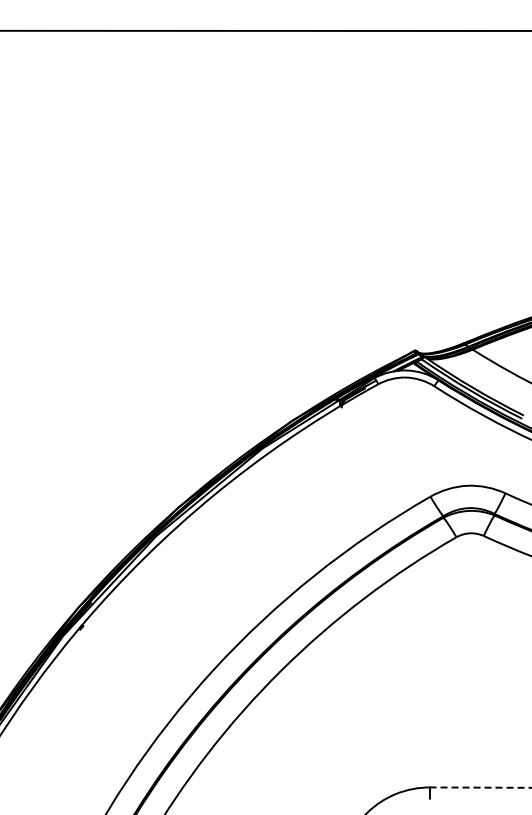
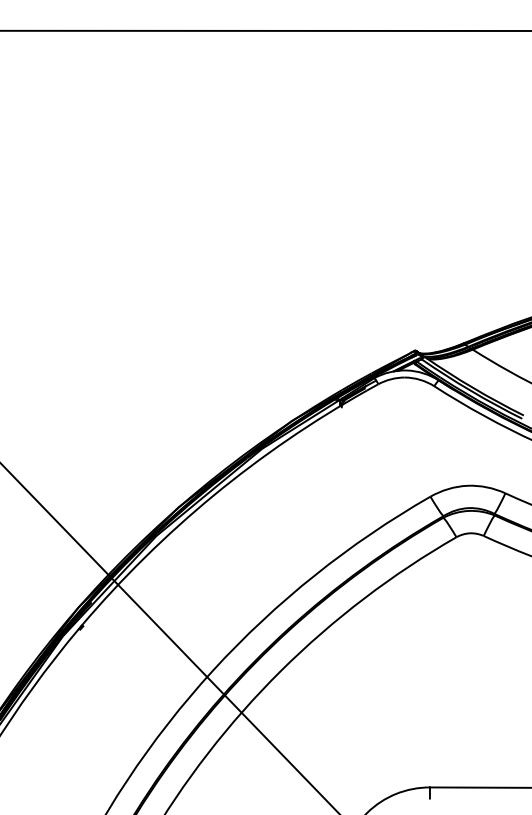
line at (169, 637): none -> present
line at (480, 787): dashed -> solid
